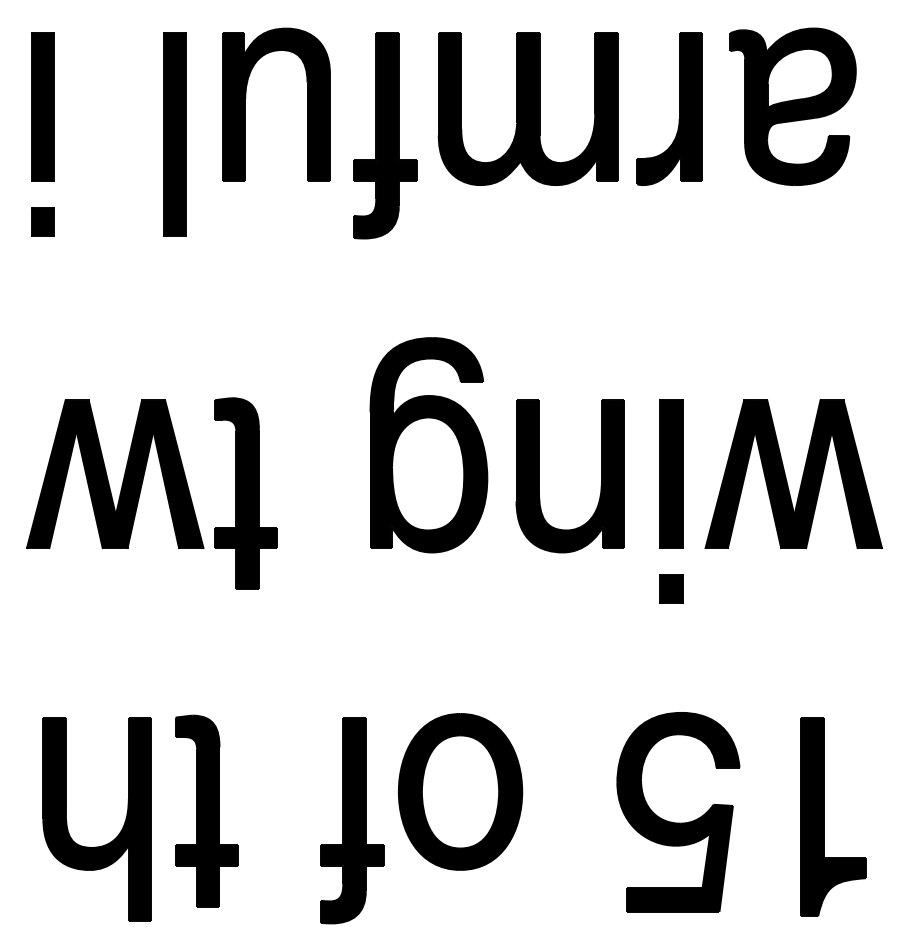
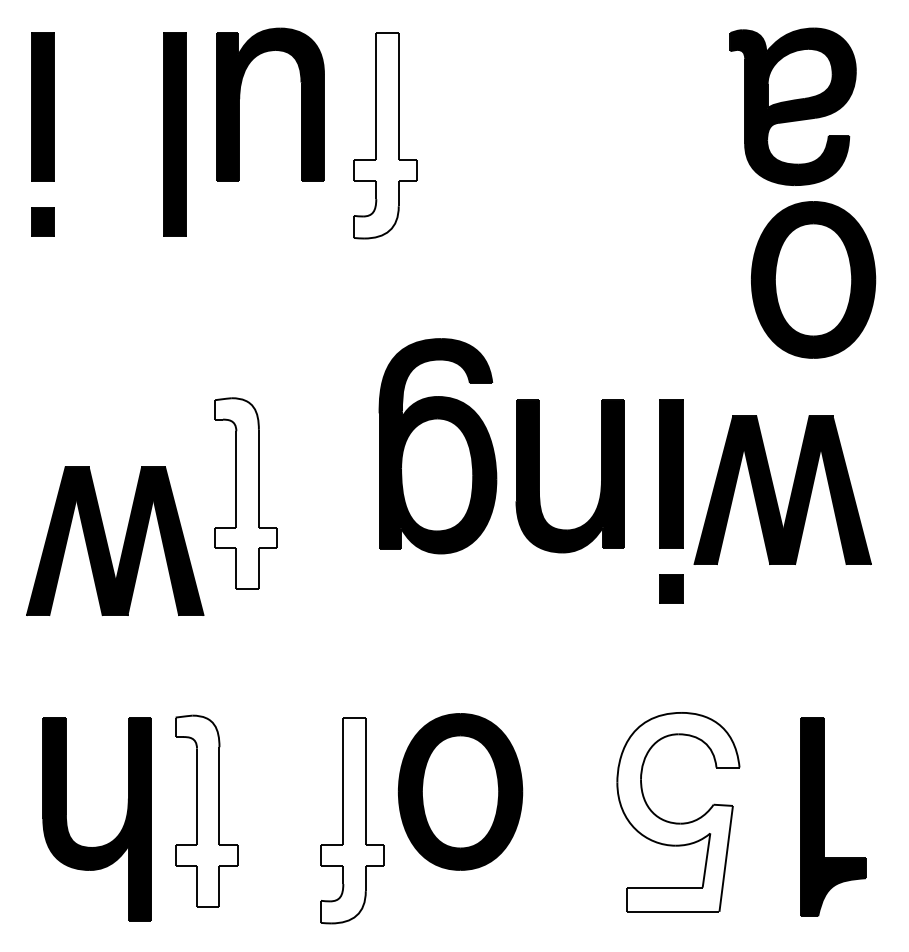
part at (246, 98) position: (246, 98) -> (240, 98)
part at (527, 108): present -> none
part at (679, 108): present -> none
fill at (385, 135): present -> none
part at (813, 279): none -> present
part at (428, 445) position: (428, 445) -> (437, 446)
part at (107, 474) position: (107, 474) -> (107, 541)
part at (786, 476) position: (786, 476) -> (775, 492)
fill at (245, 493): present -> none
fill at (206, 810): present -> none
fill at (678, 811): present -> none
fill at (352, 820): present -> none
